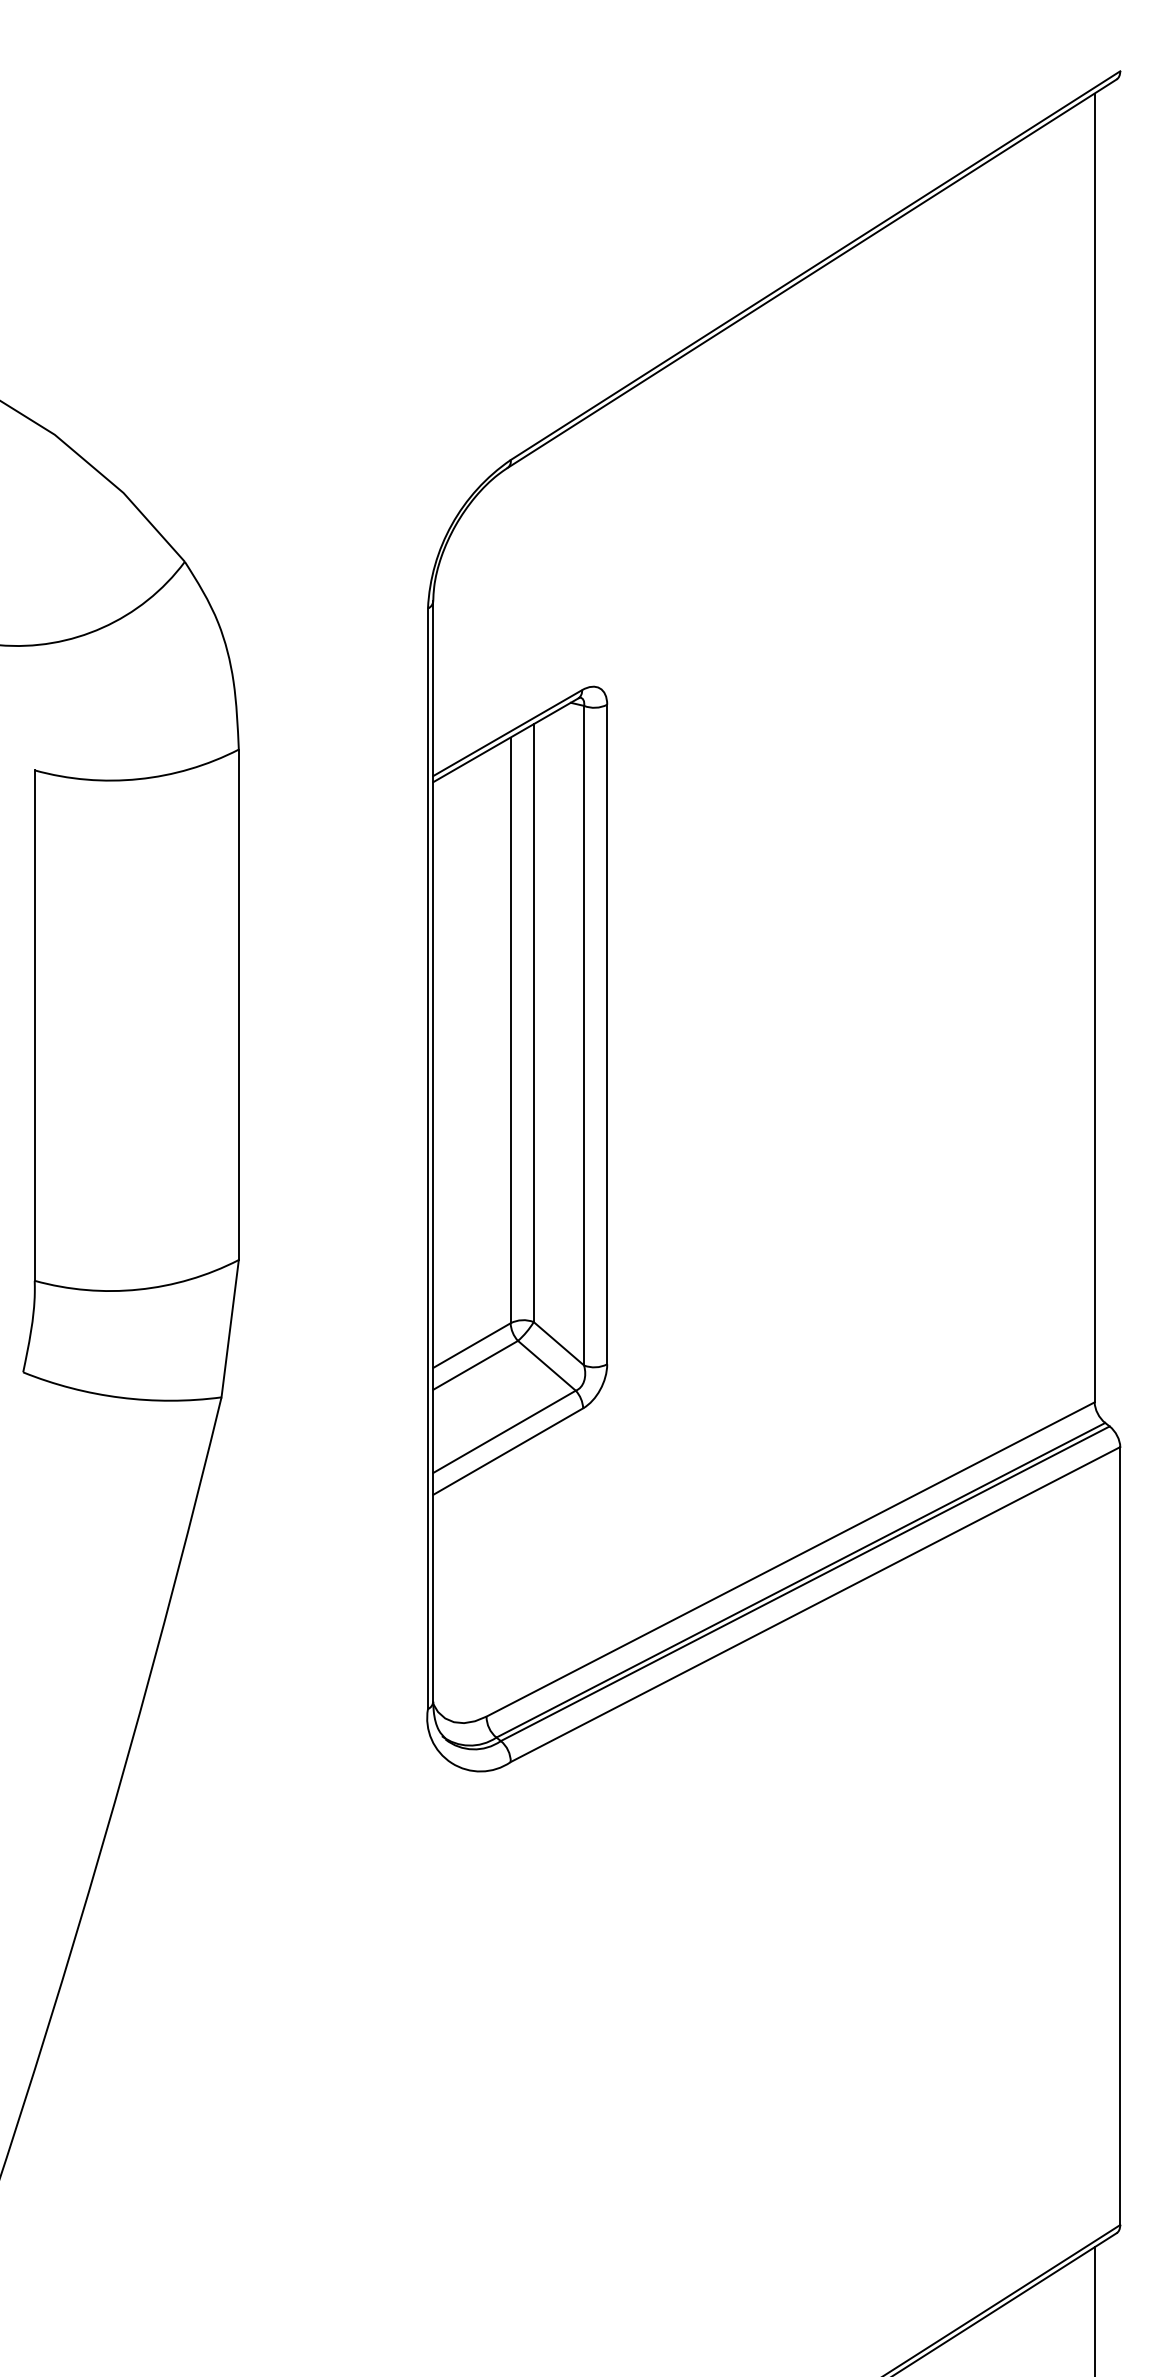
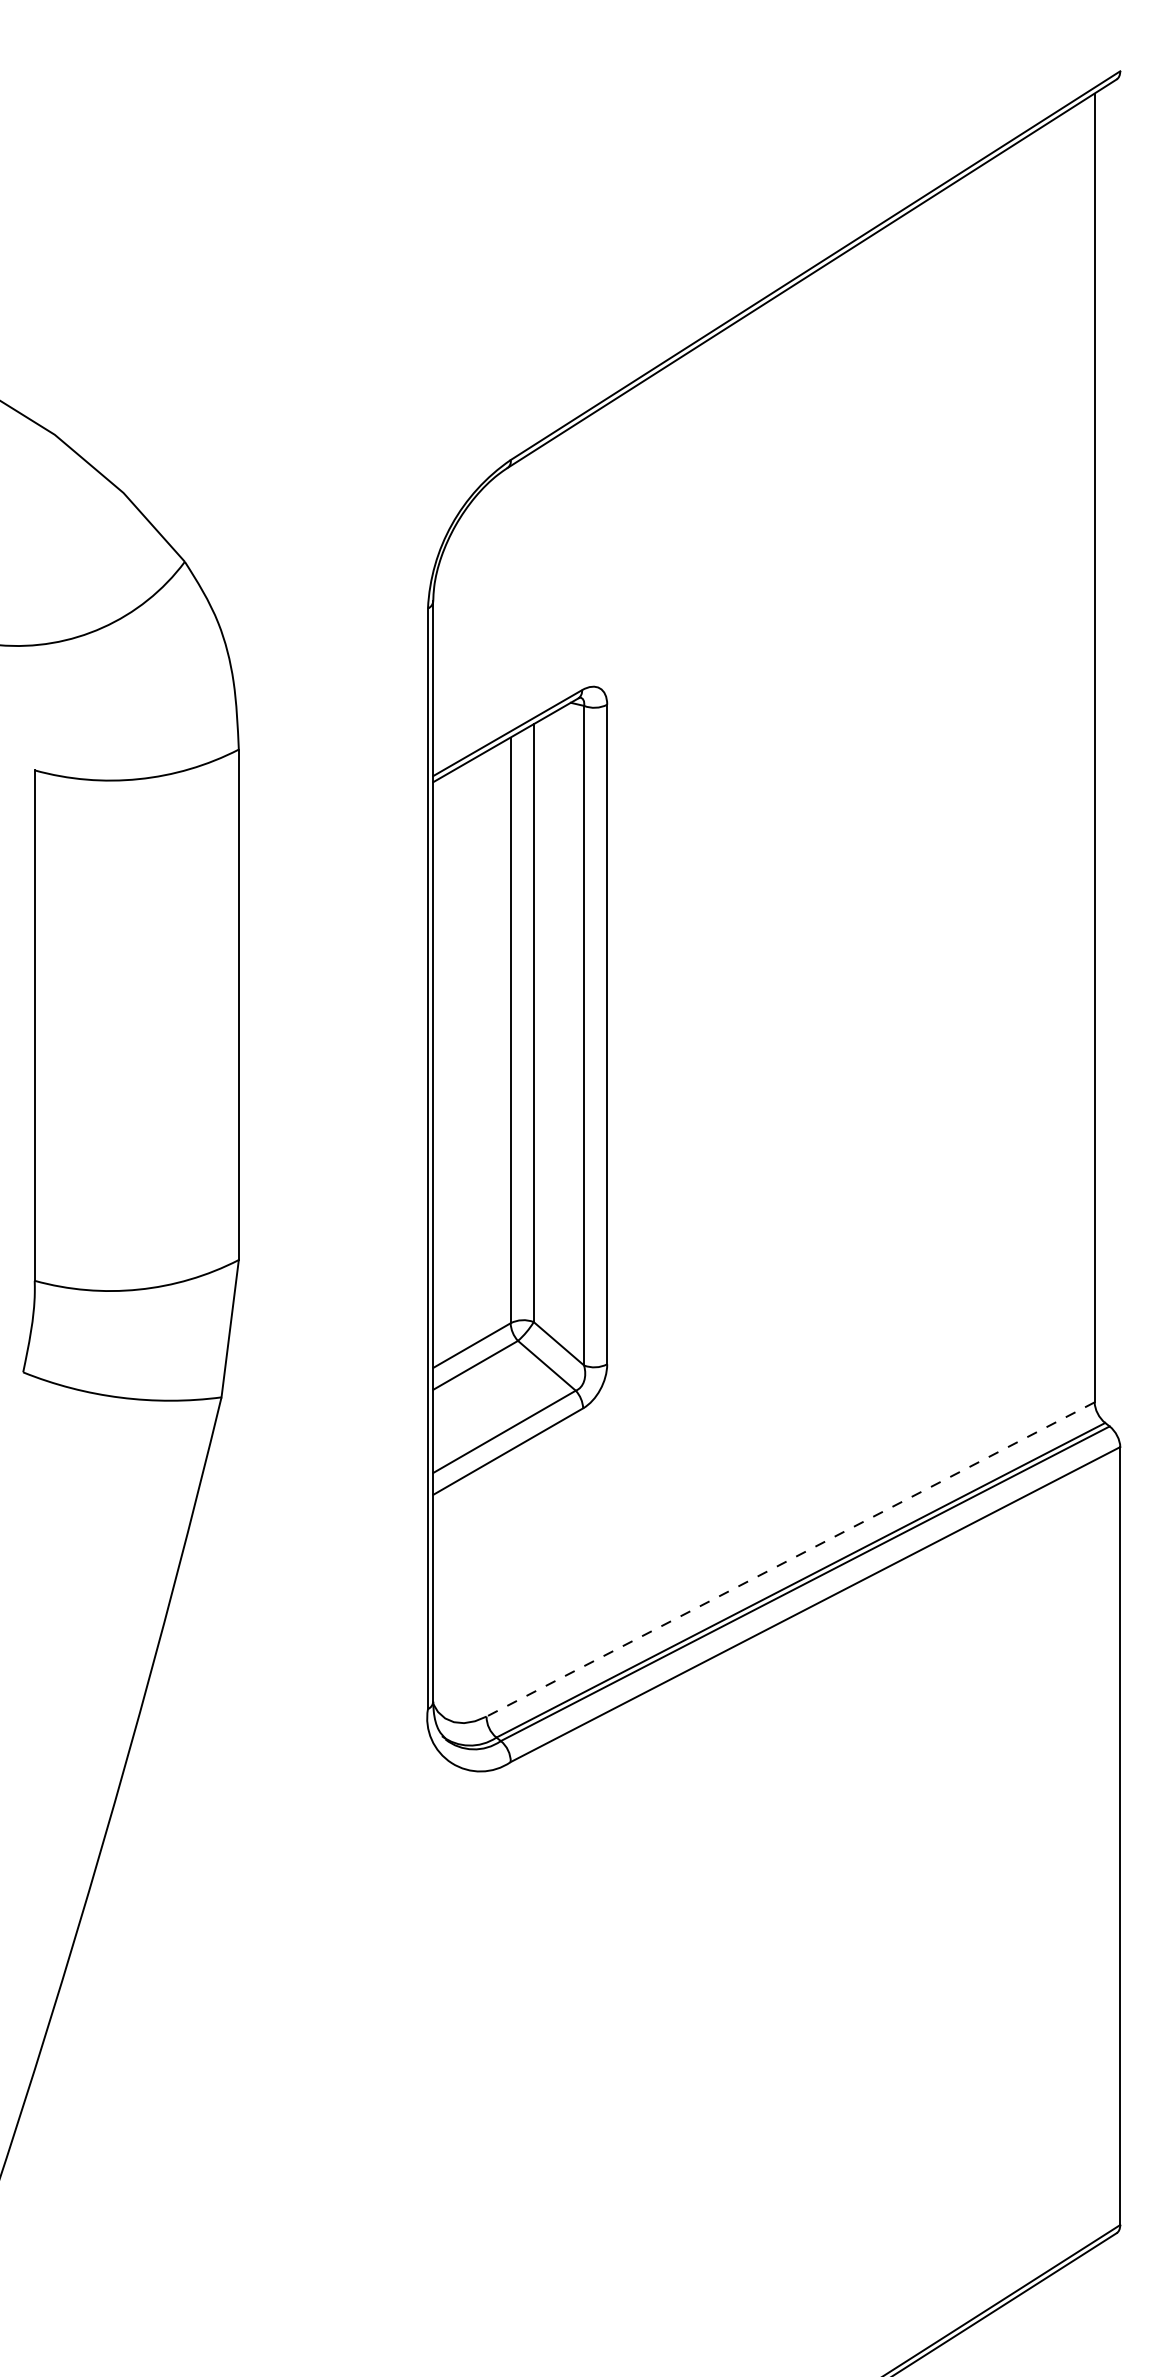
line at (790, 1559): solid -> dashed
line at (1094, 2310): present -> none
